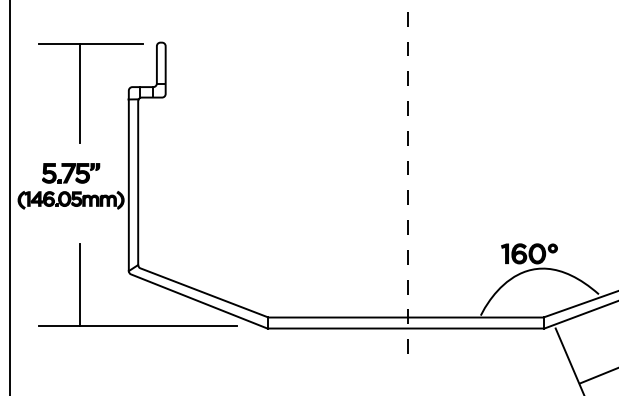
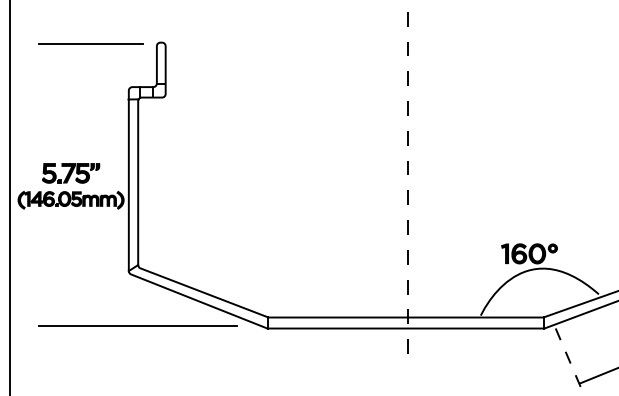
line at (80, 93): present -> none
line at (80, 284): present -> none
line at (570, 362): solid -> dashed
